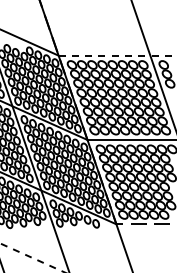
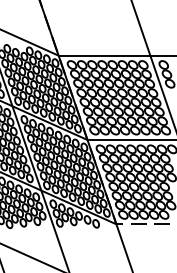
line at (117, 55): dashed -> solid
line at (33, 258): dashed -> solid
